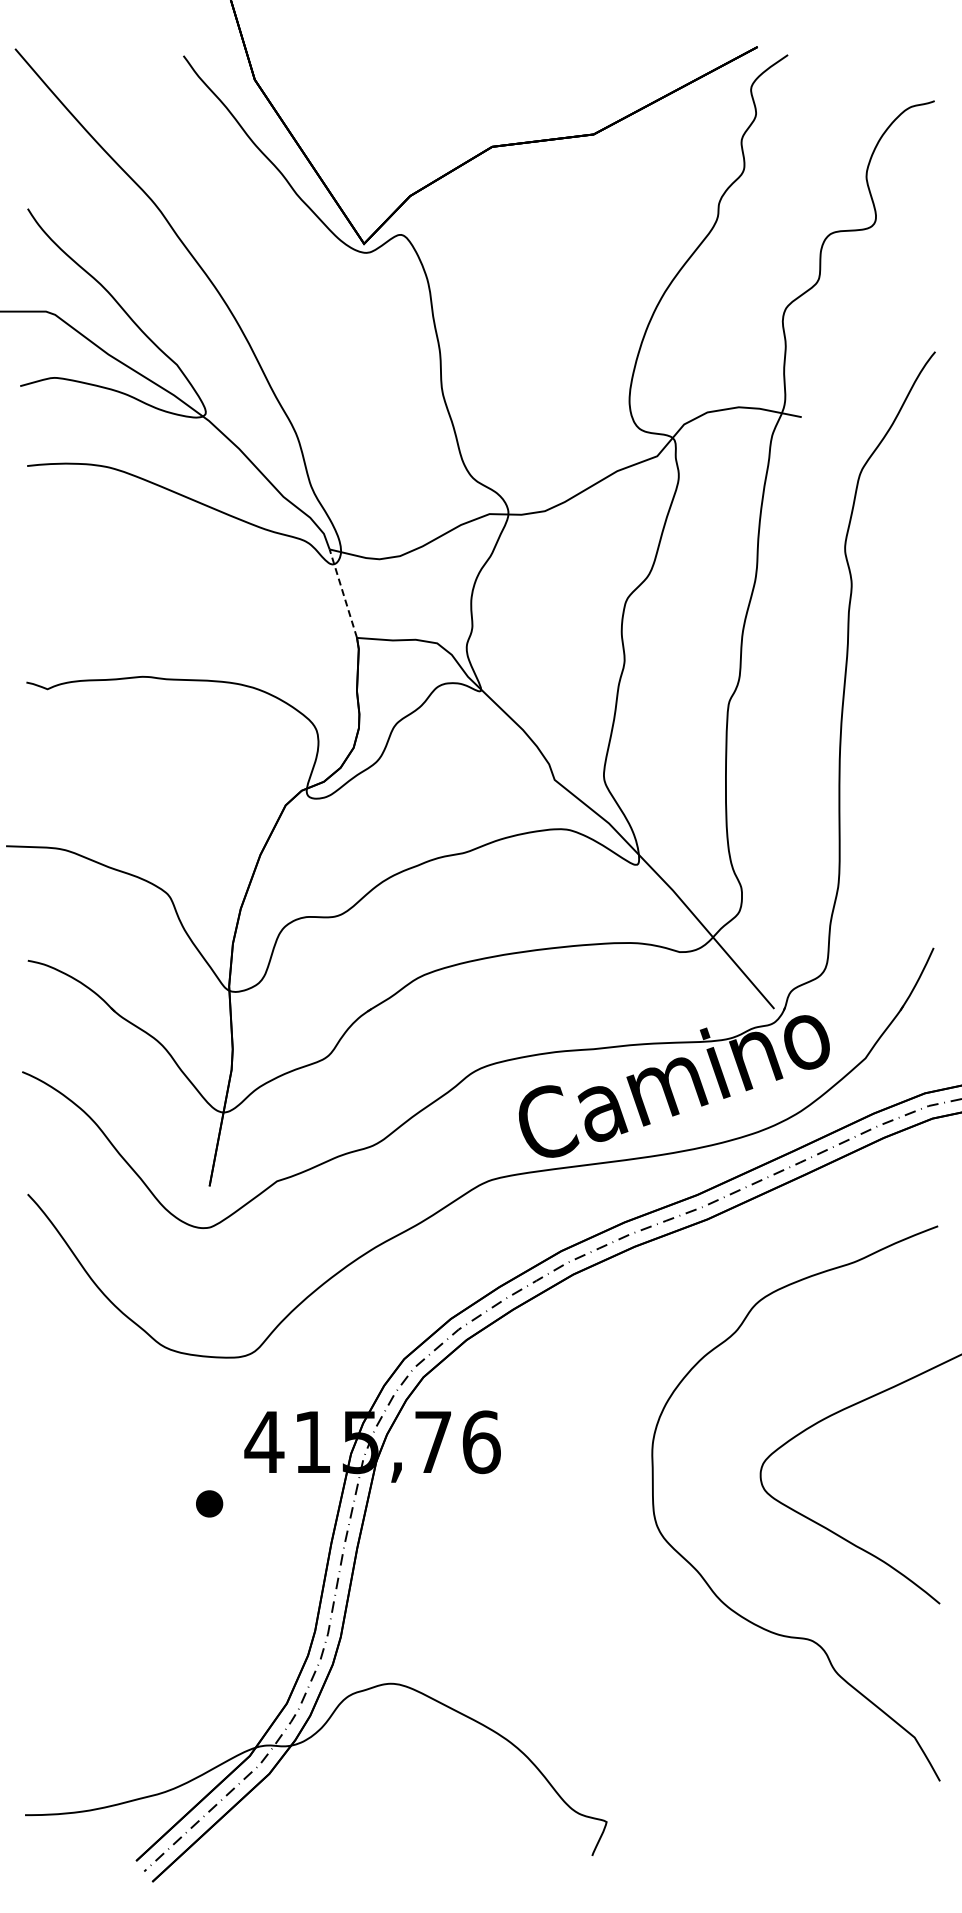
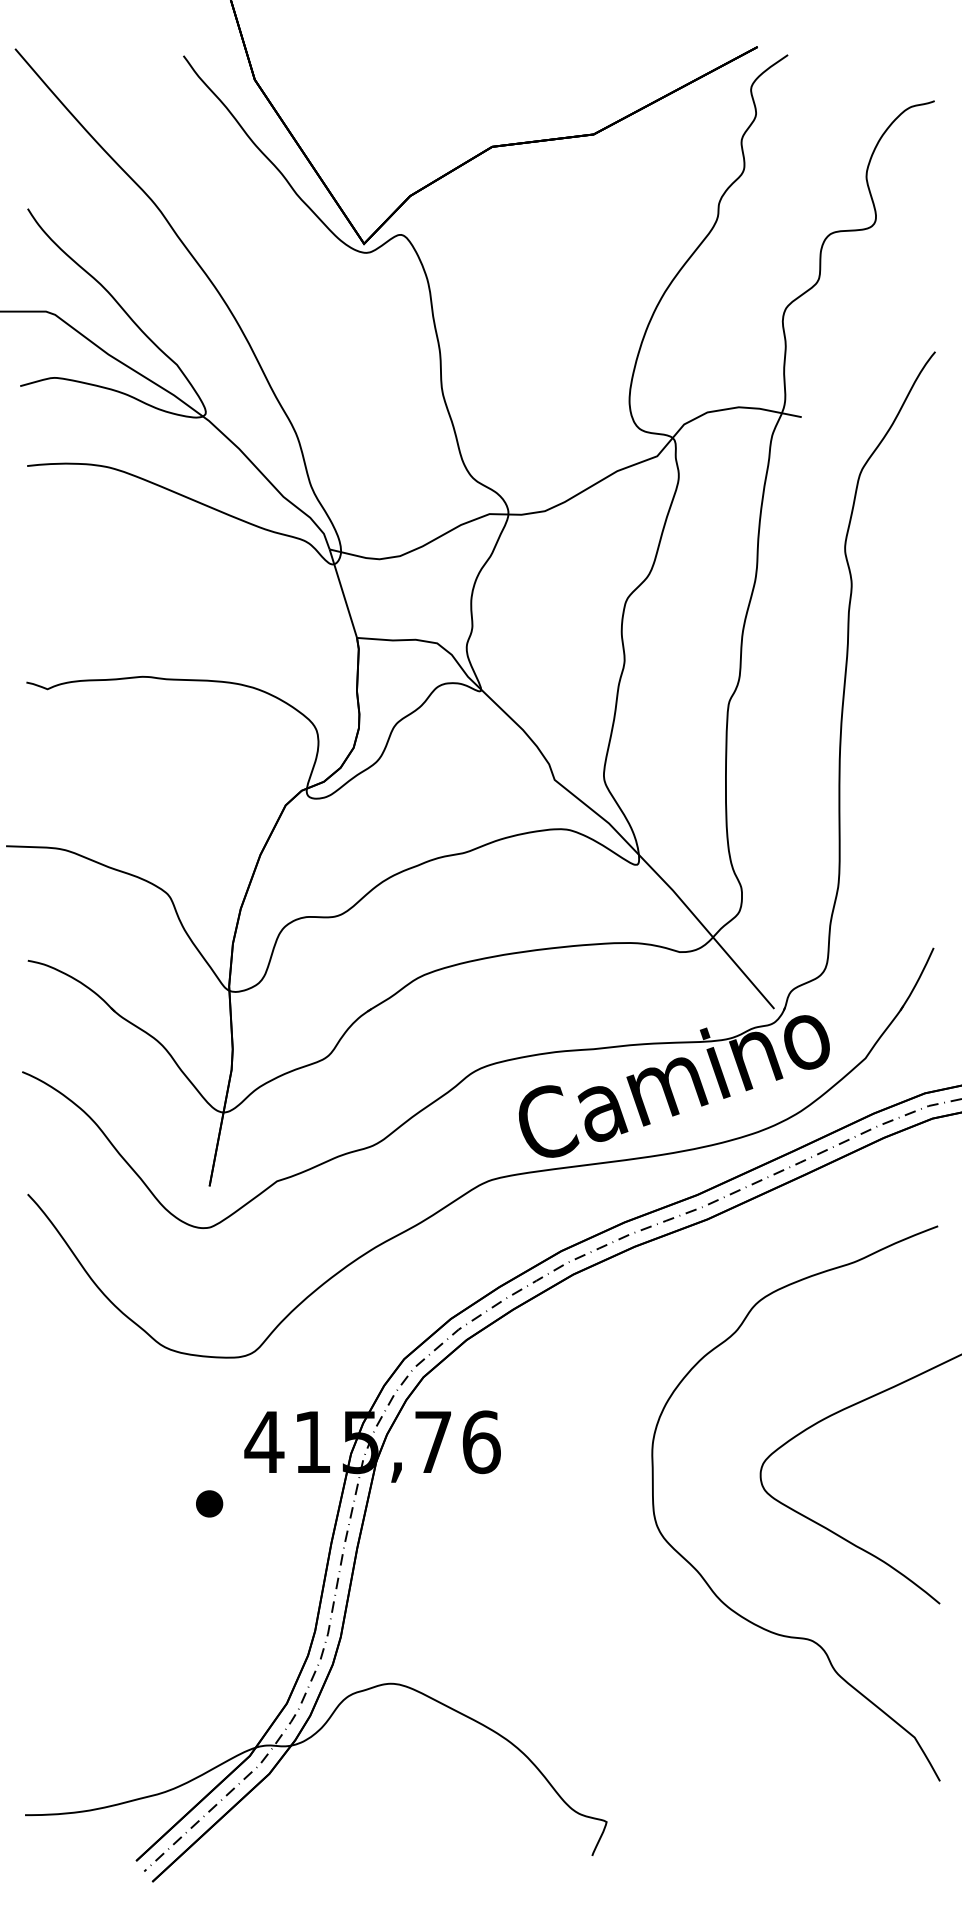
line at (343, 593): dashed -> solid
